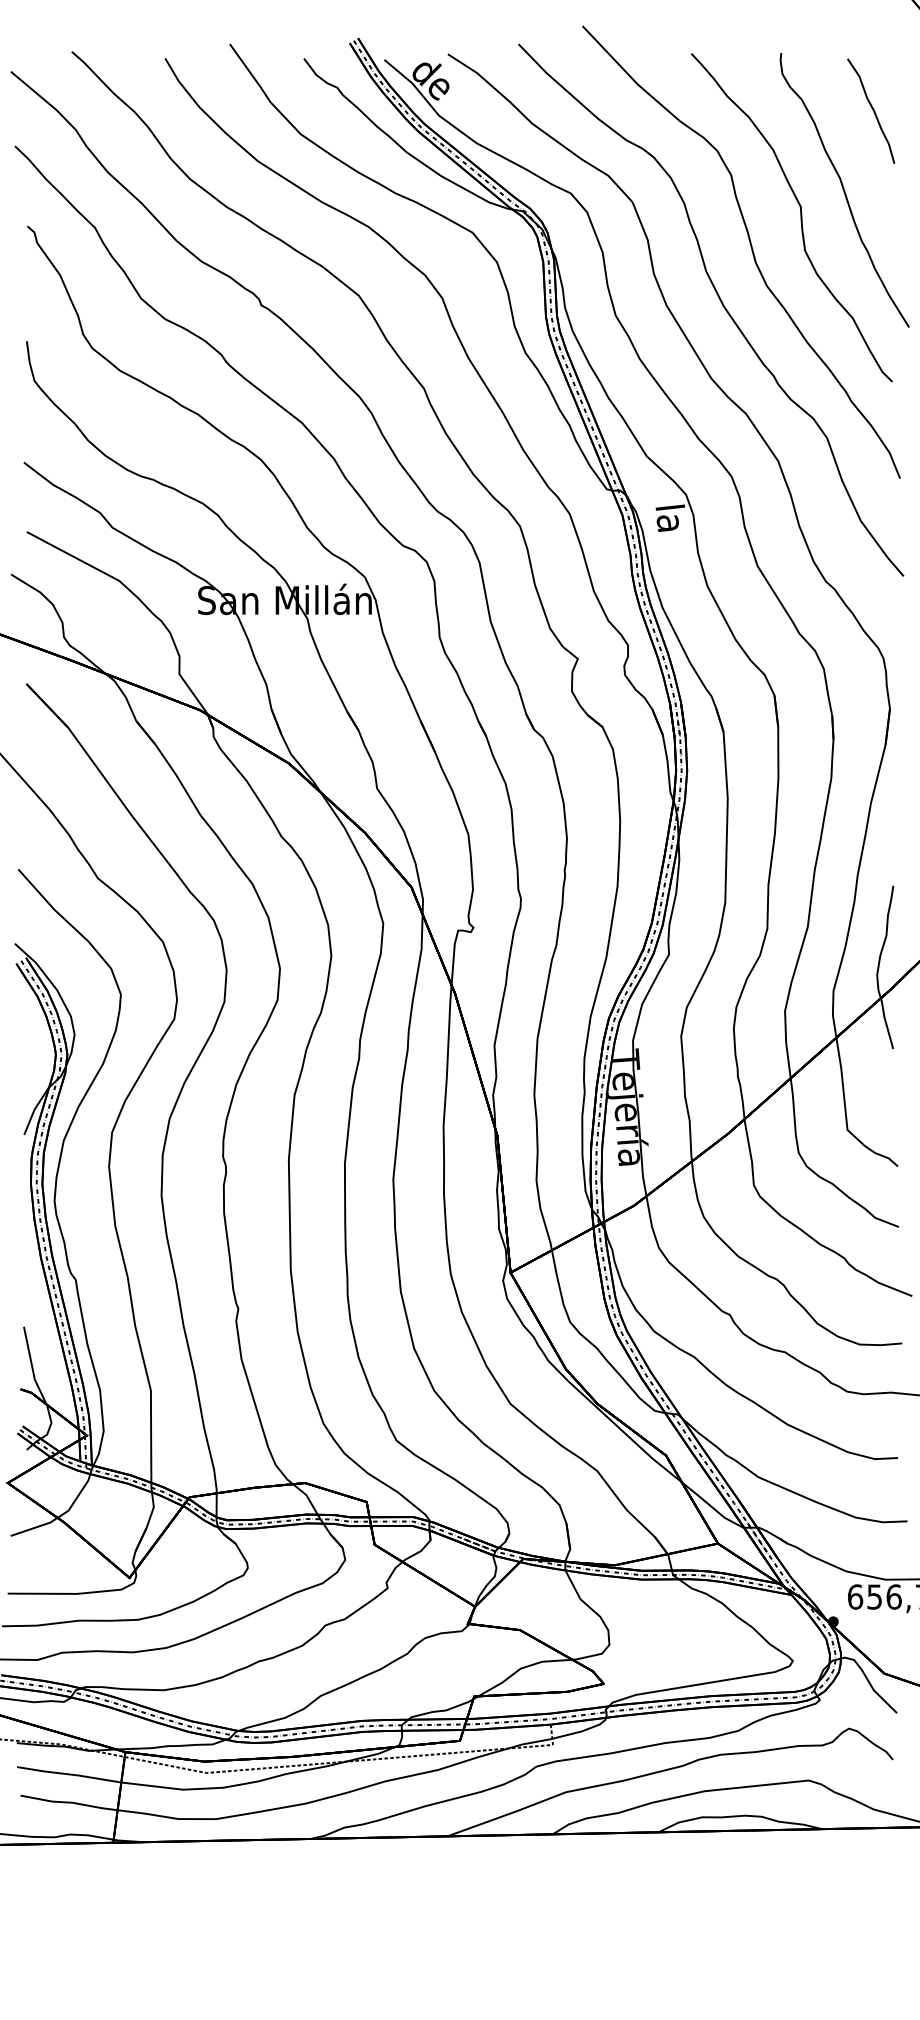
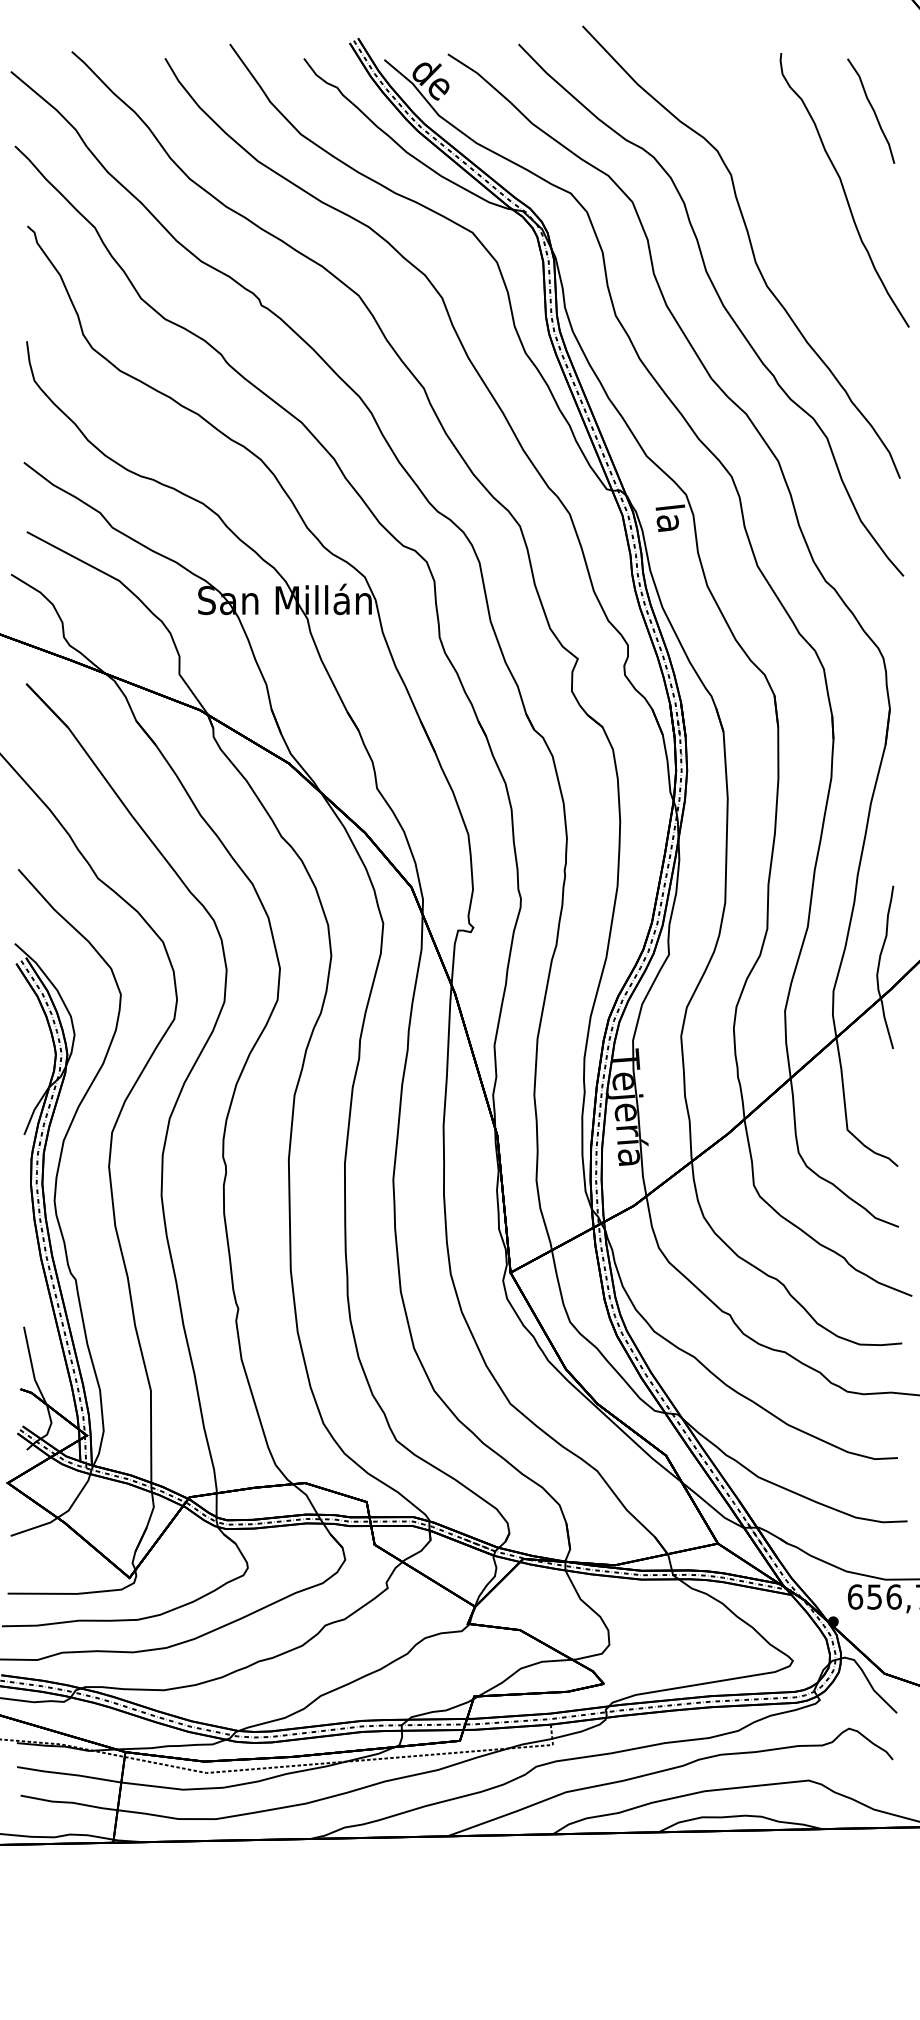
curve at (800, 217): present -> none
